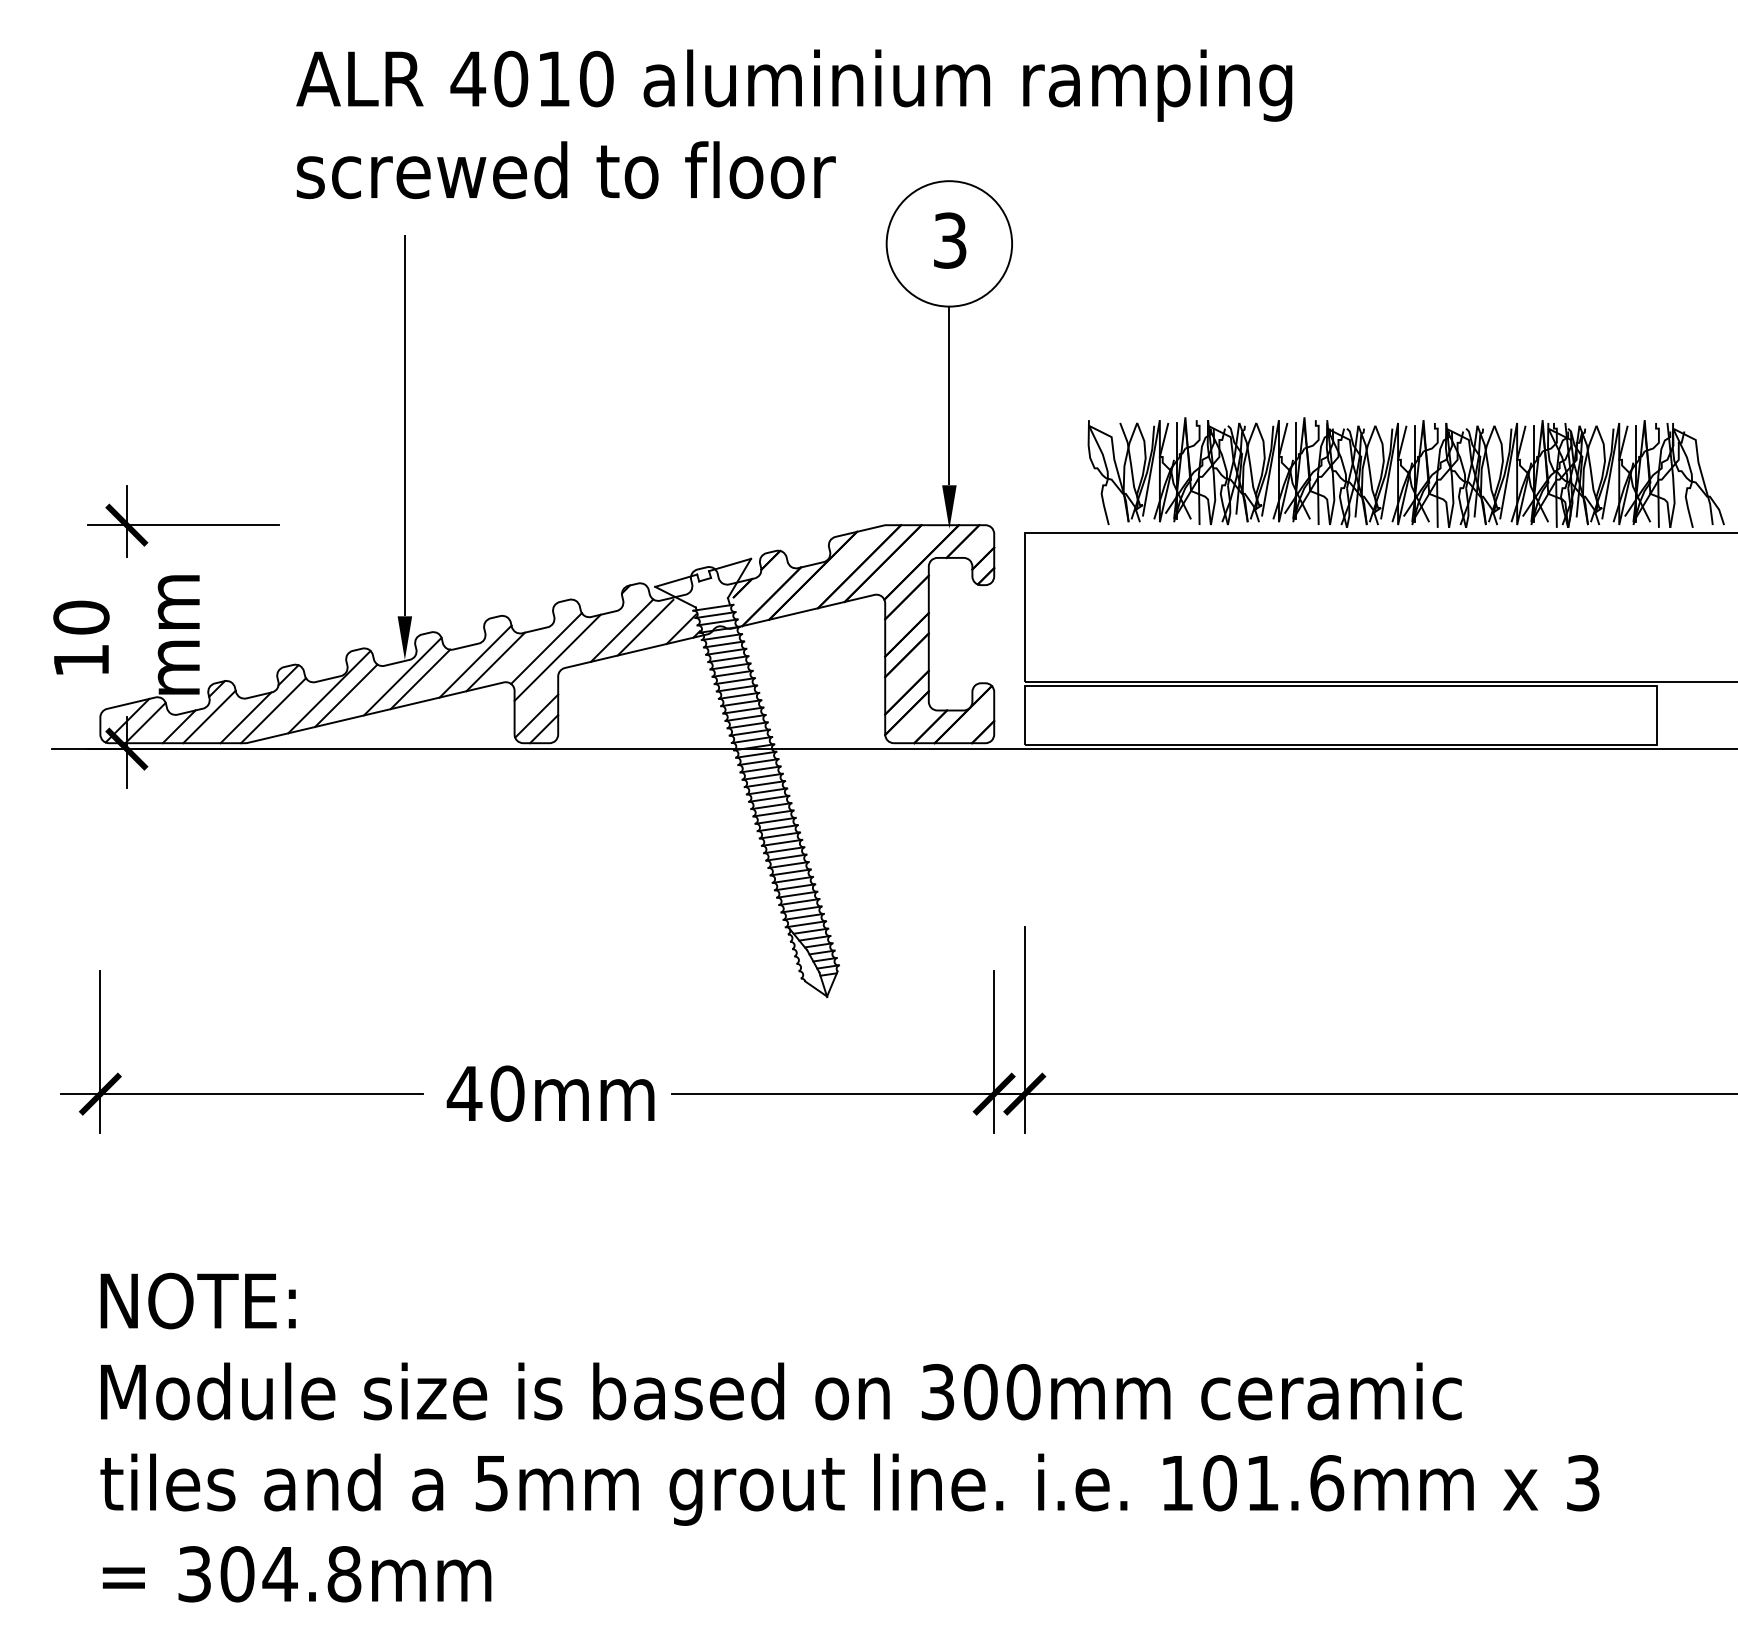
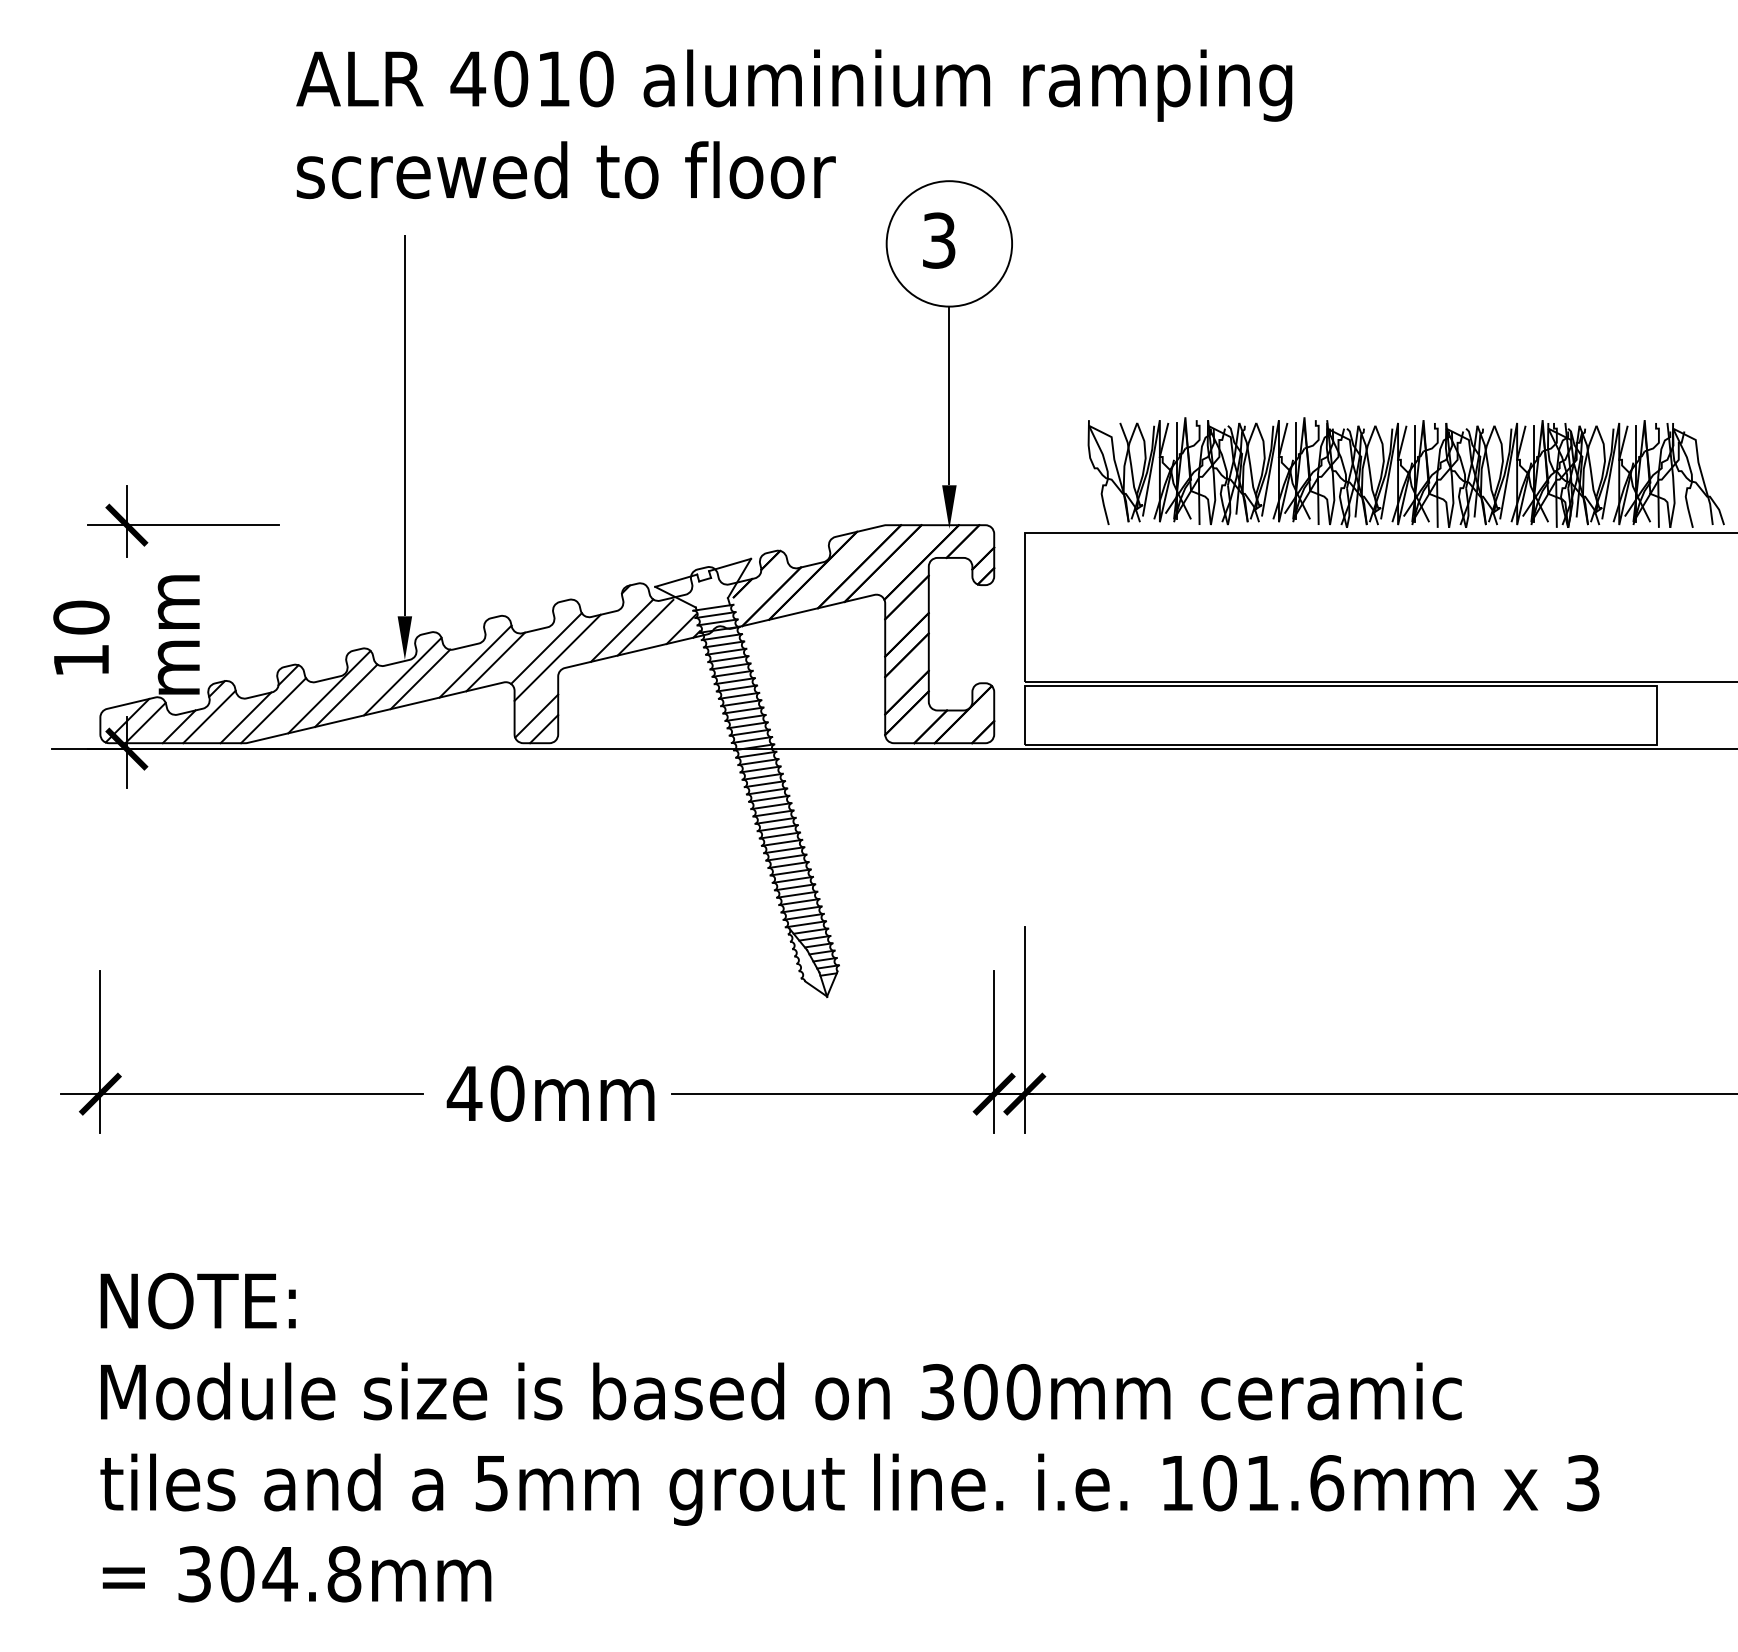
text at (950, 240) position: (950, 240) -> (939, 240)
